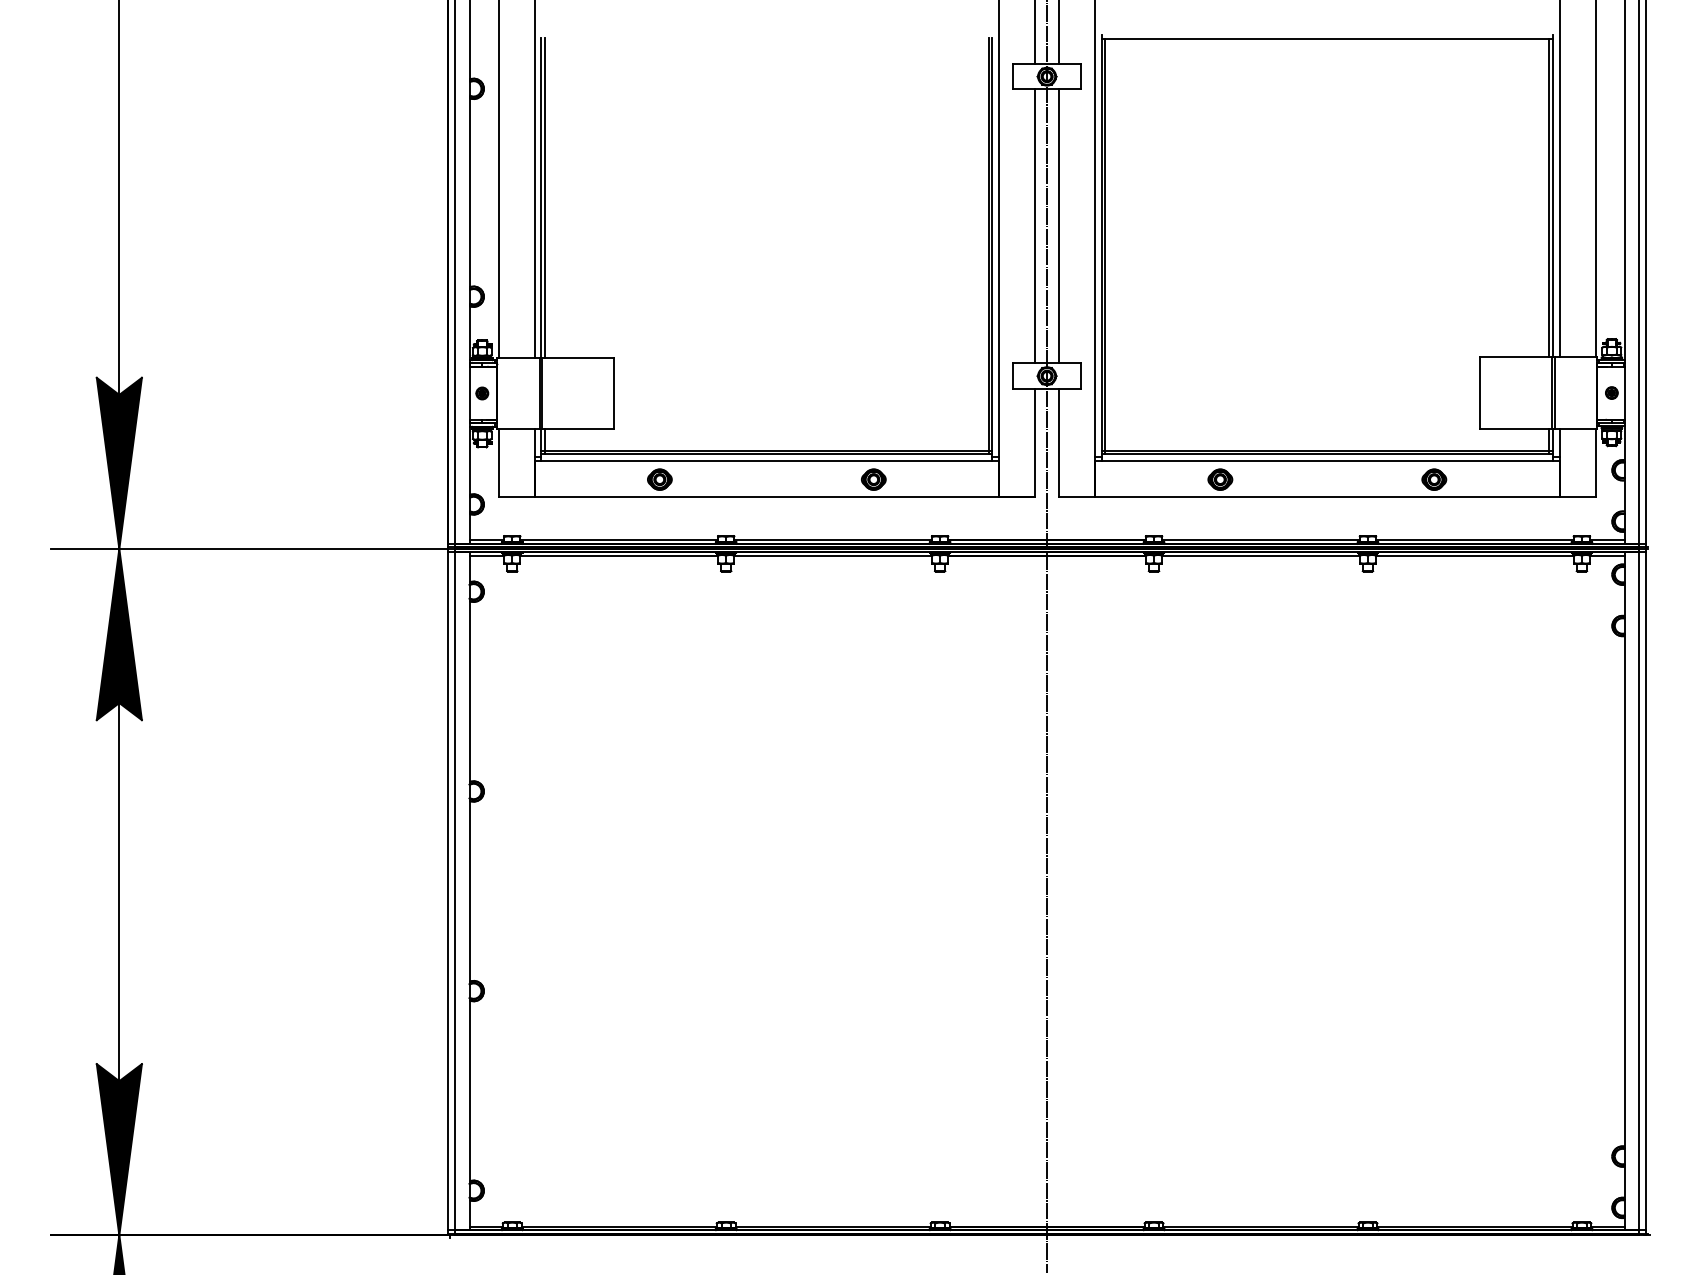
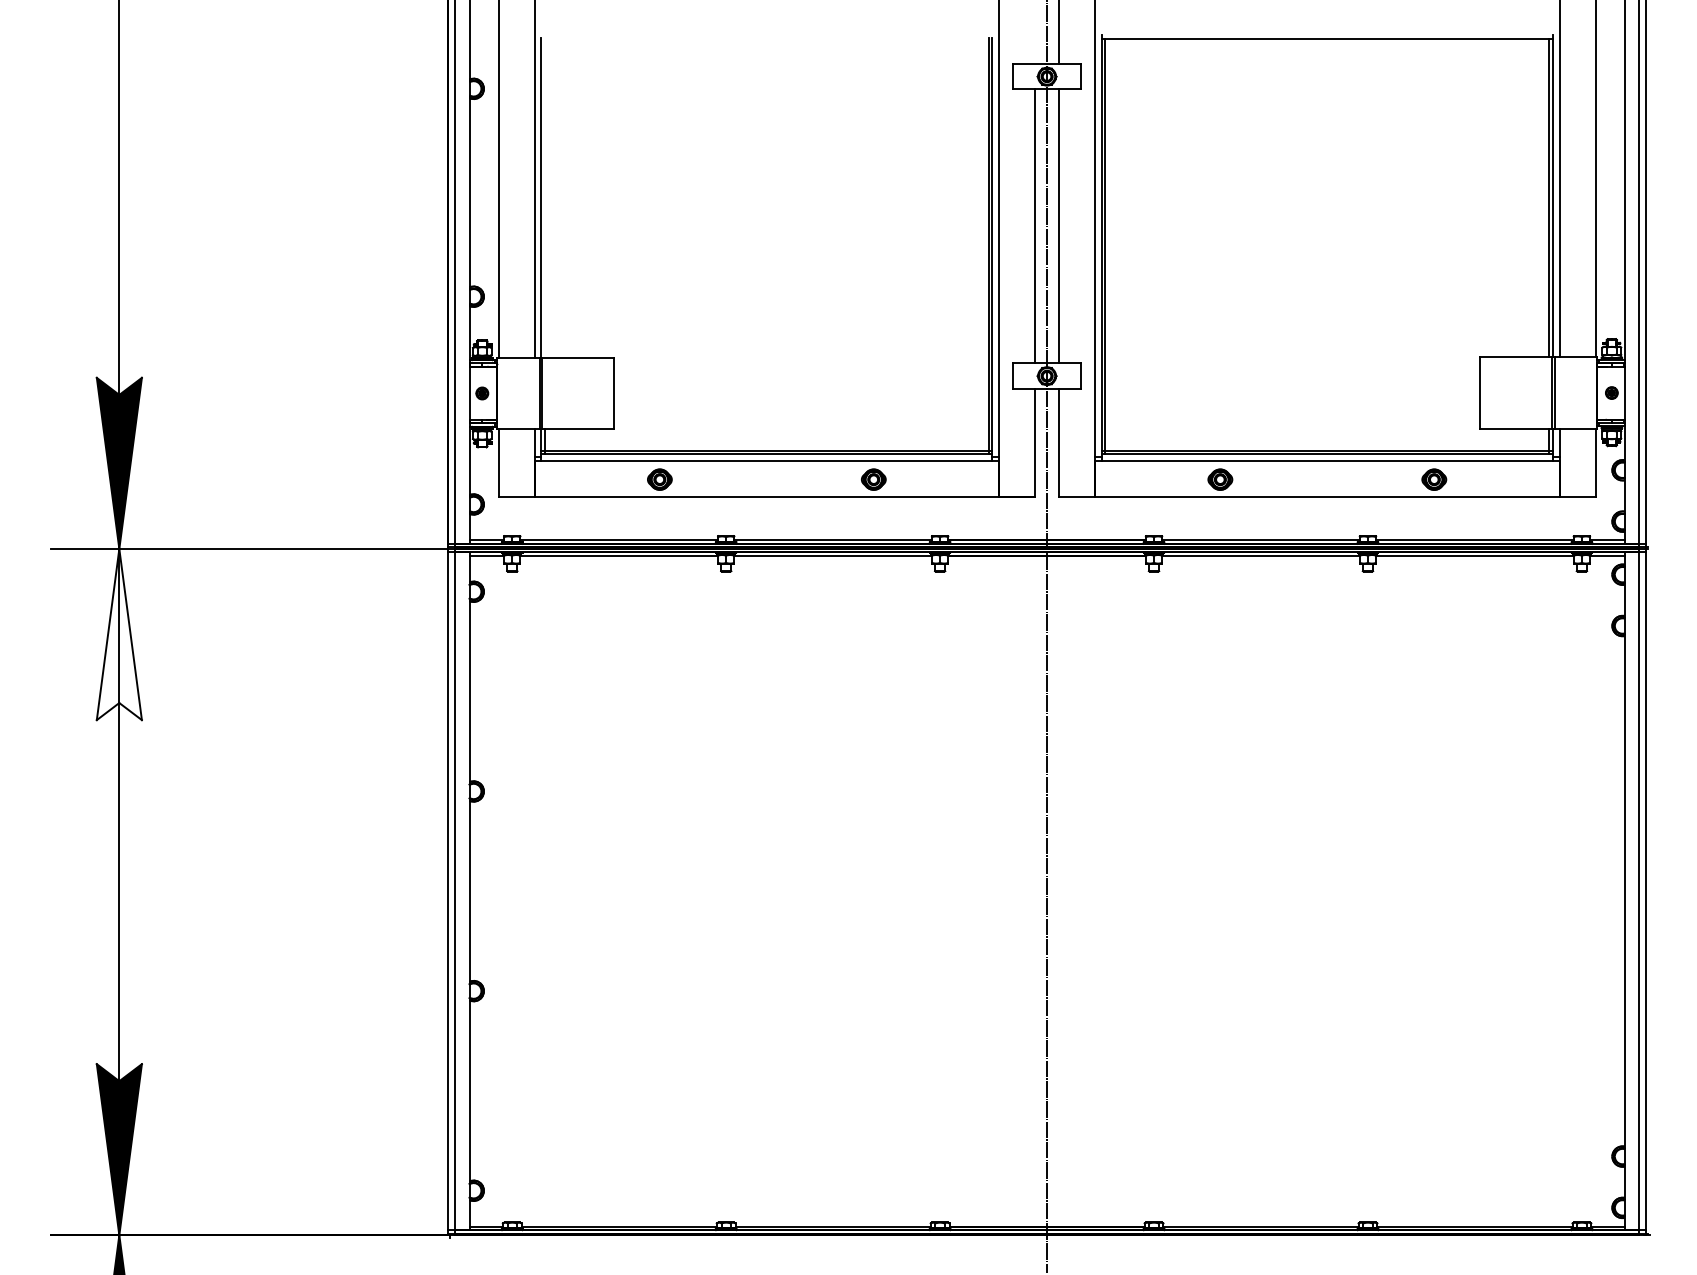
line at (1035, 32): present -> none
line at (544, 197): present -> none
fill at (118, 634): present -> none
